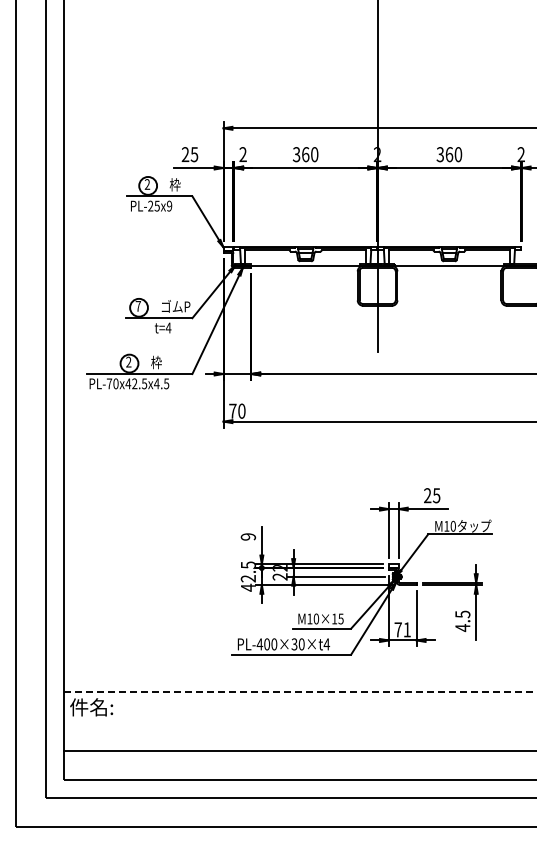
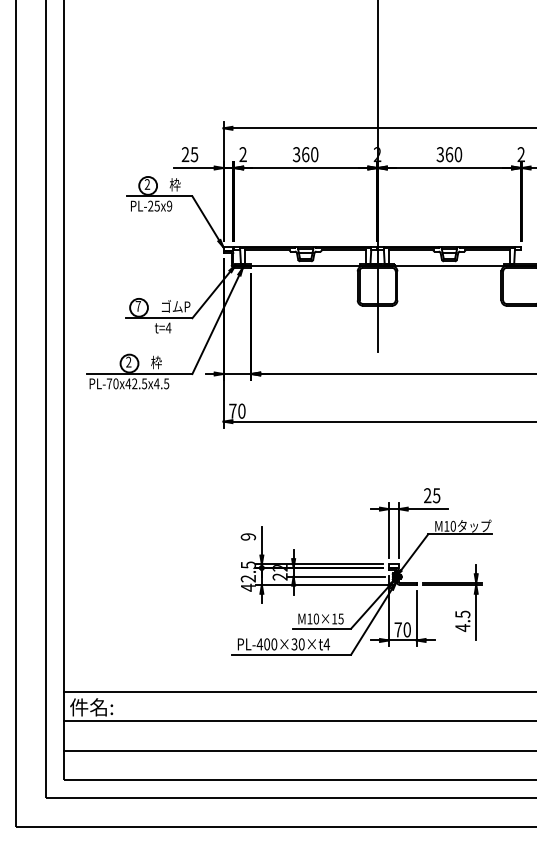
text at (406, 629): 71 -> 70
line at (299, 692): dashed -> solid
line at (298, 721): none -> present
